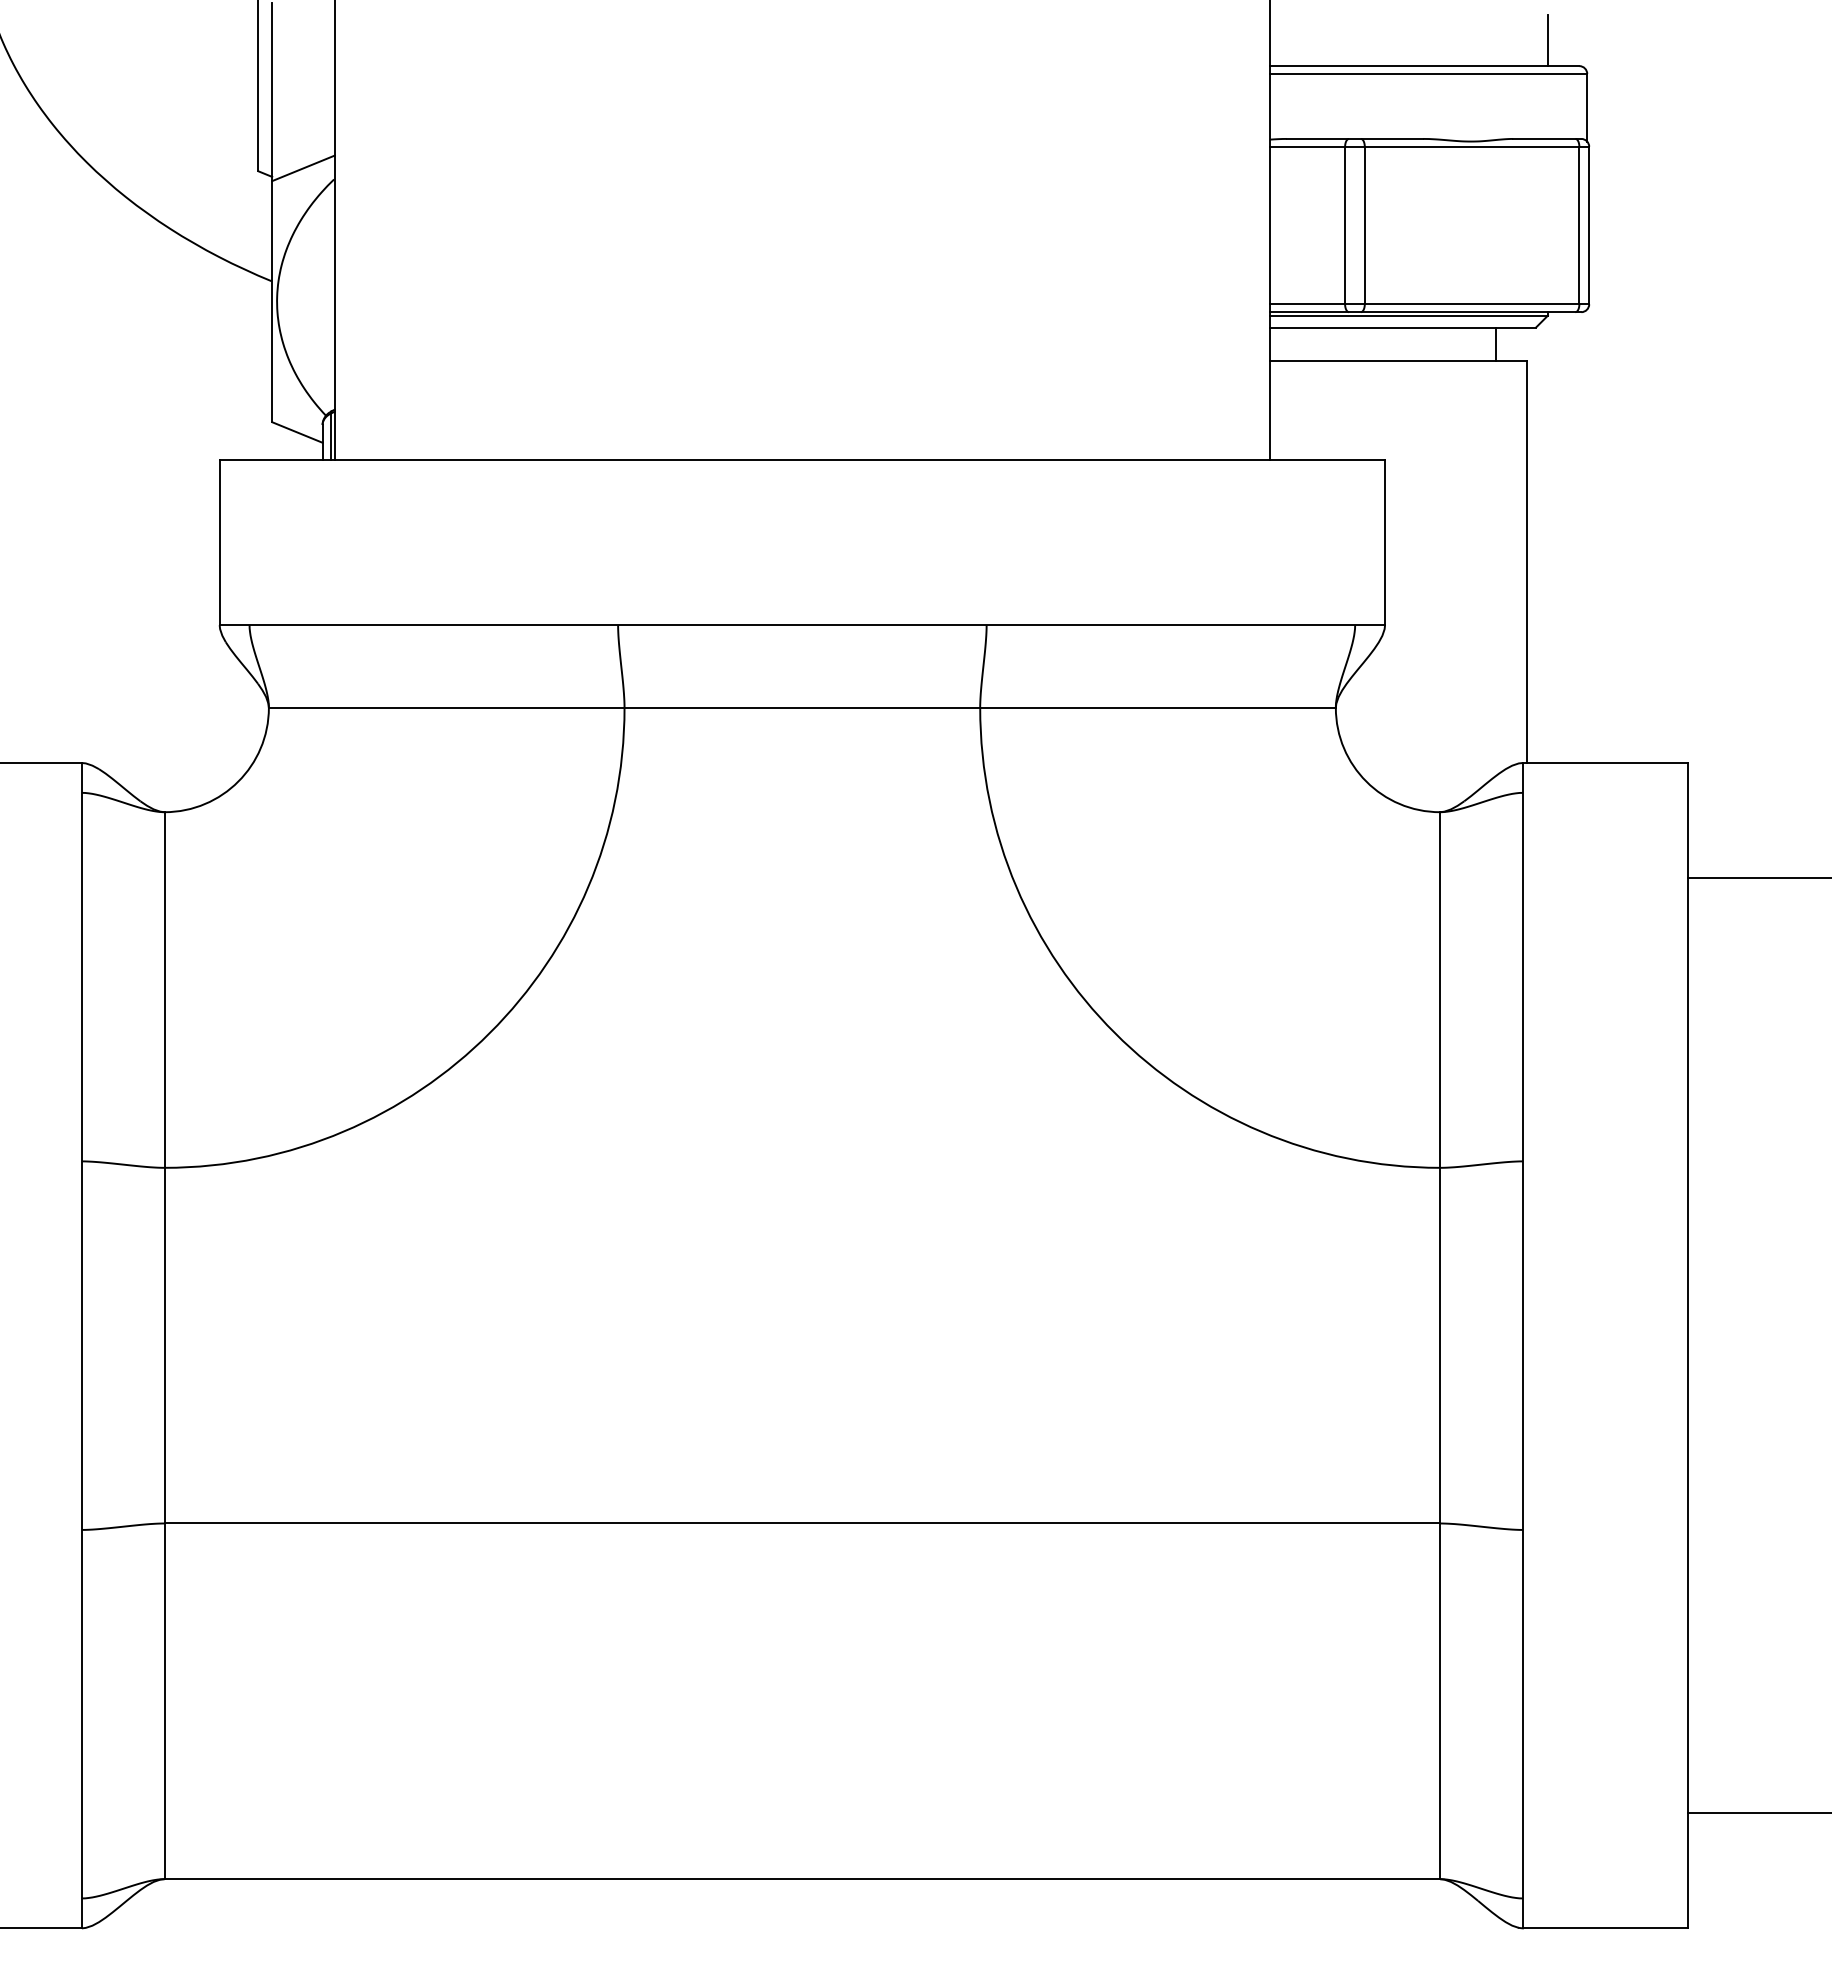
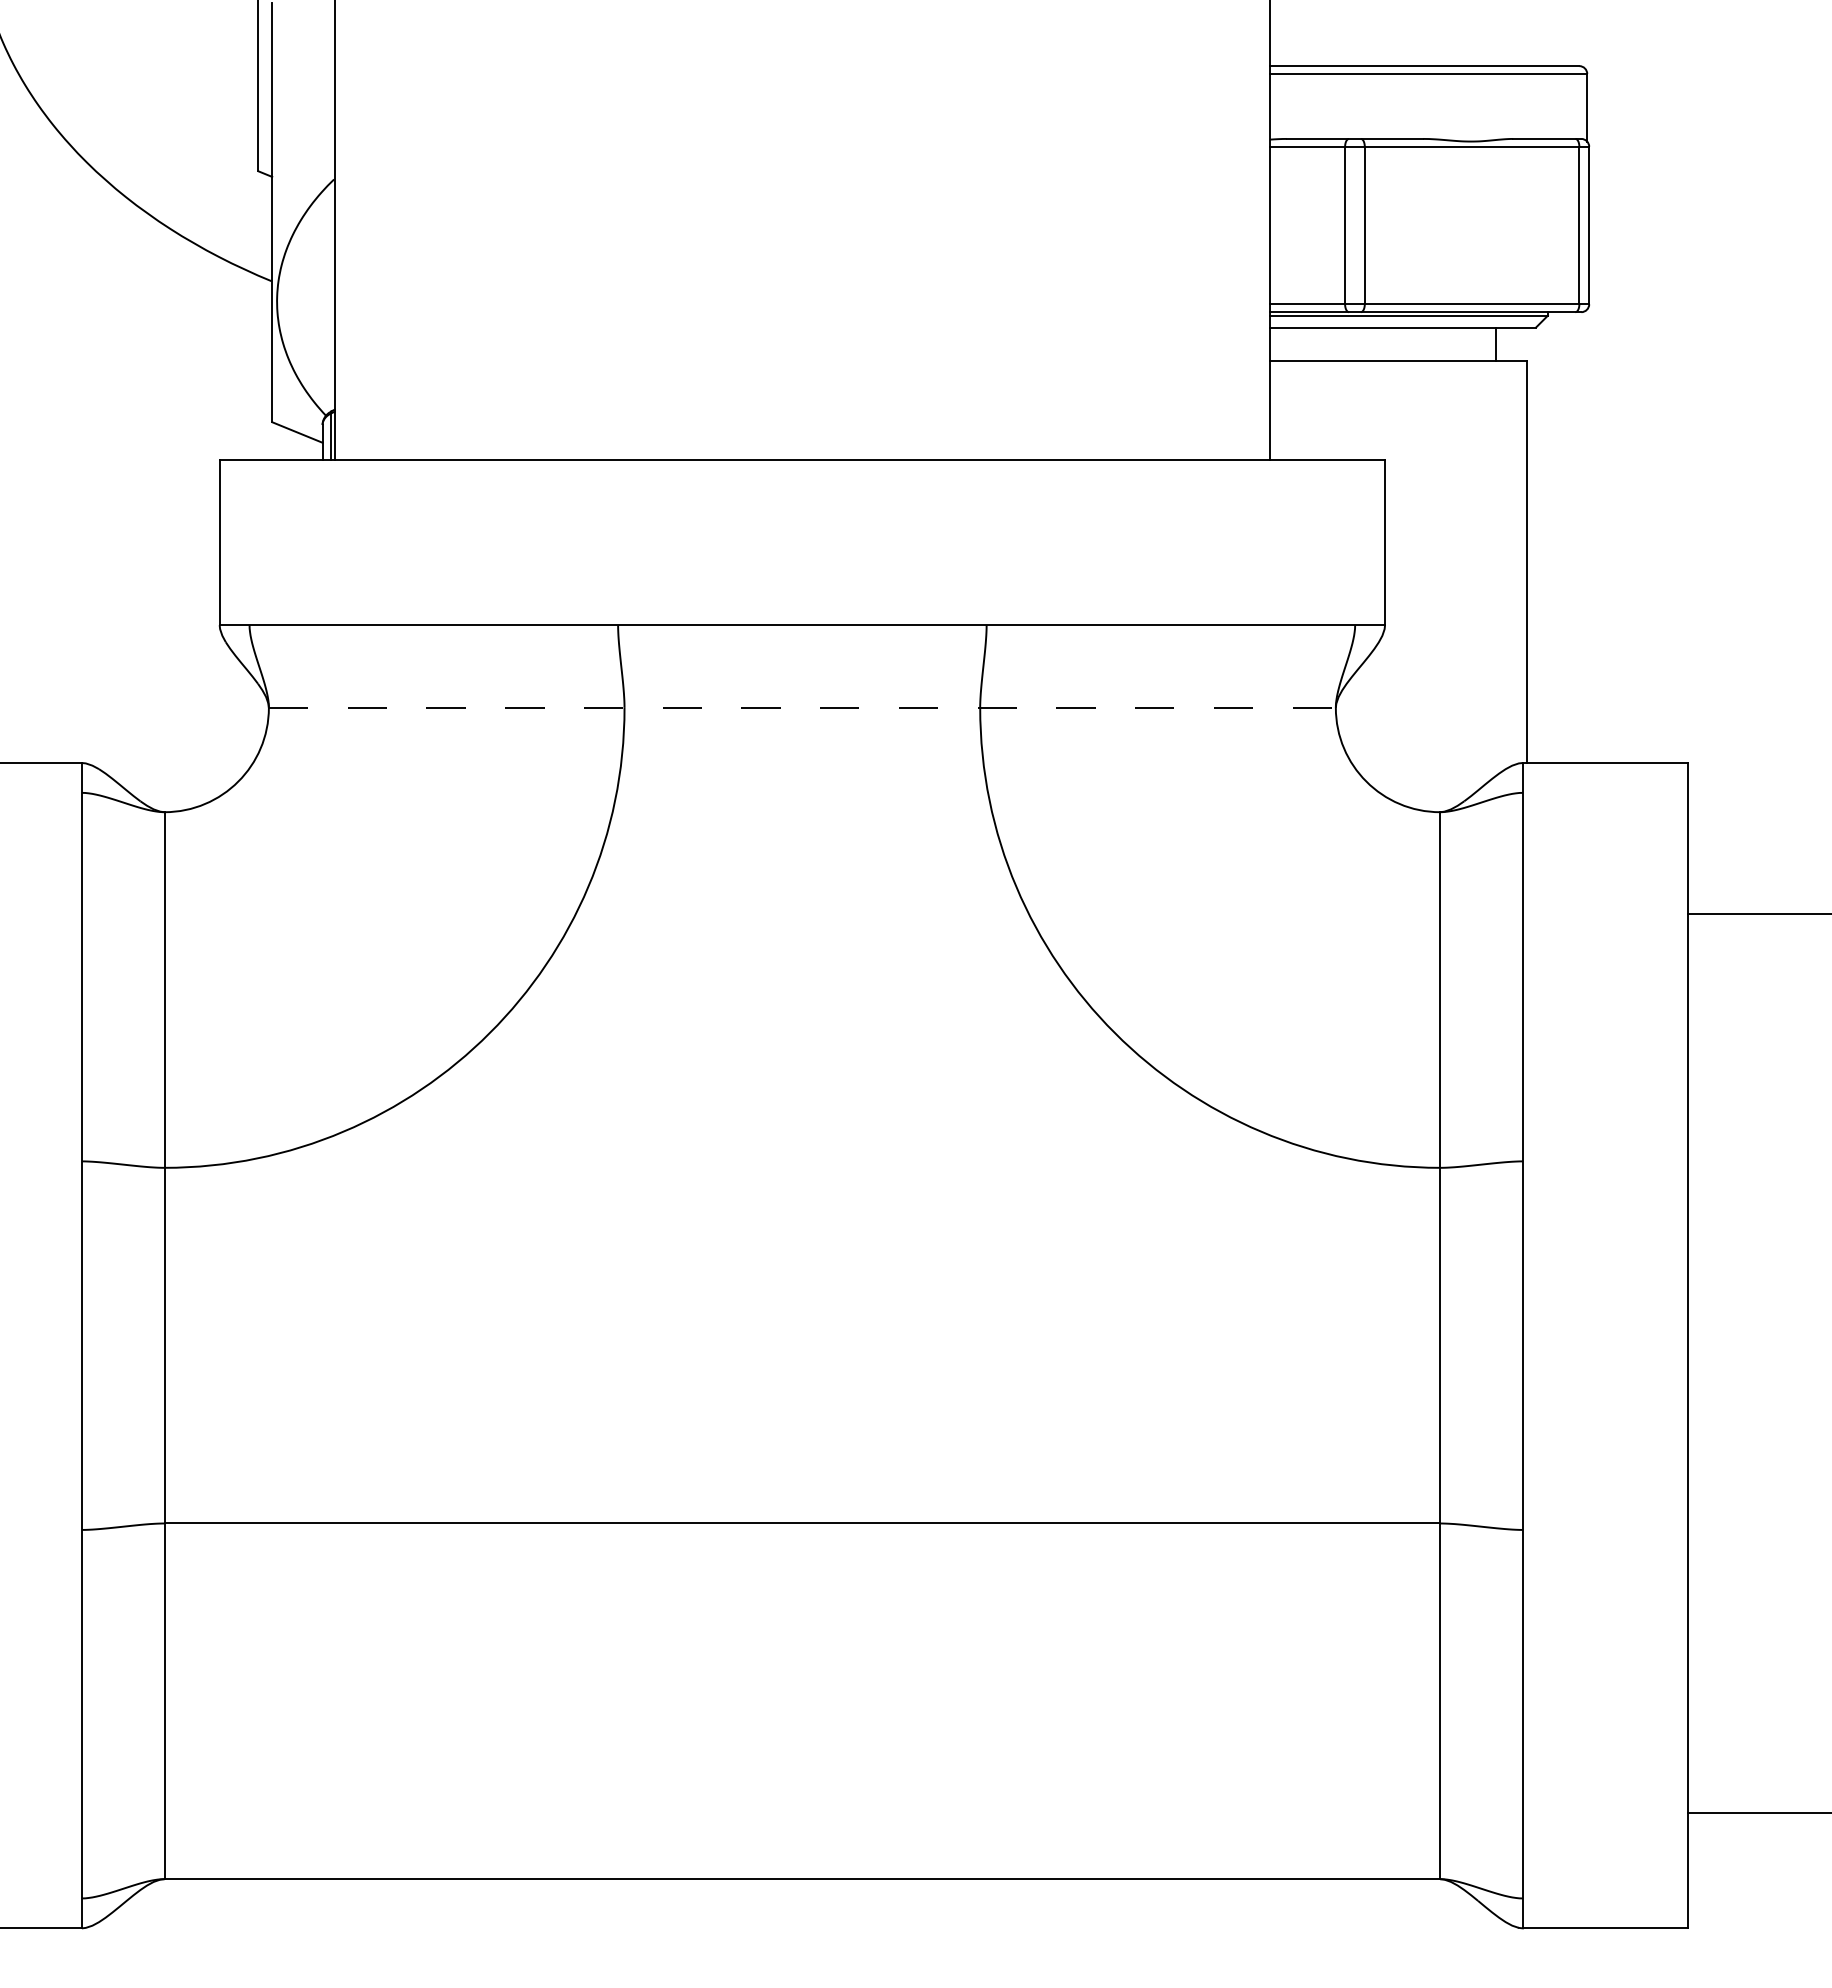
line at (1547, 40): present -> none
line at (303, 168): present -> none
line at (802, 707): solid -> dashed
line at (1758, 878) position: (1758, 878) -> (1758, 914)
